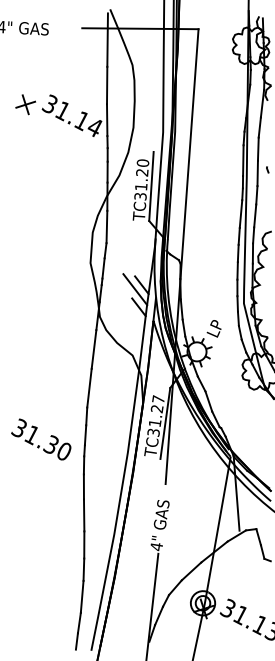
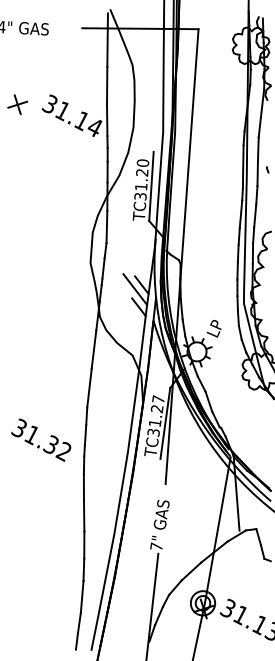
part at (25, 104) position: (25, 104) -> (17, 104)
text at (63, 451): 31.30 -> 31.32
text at (156, 546): 4" -> 7"
